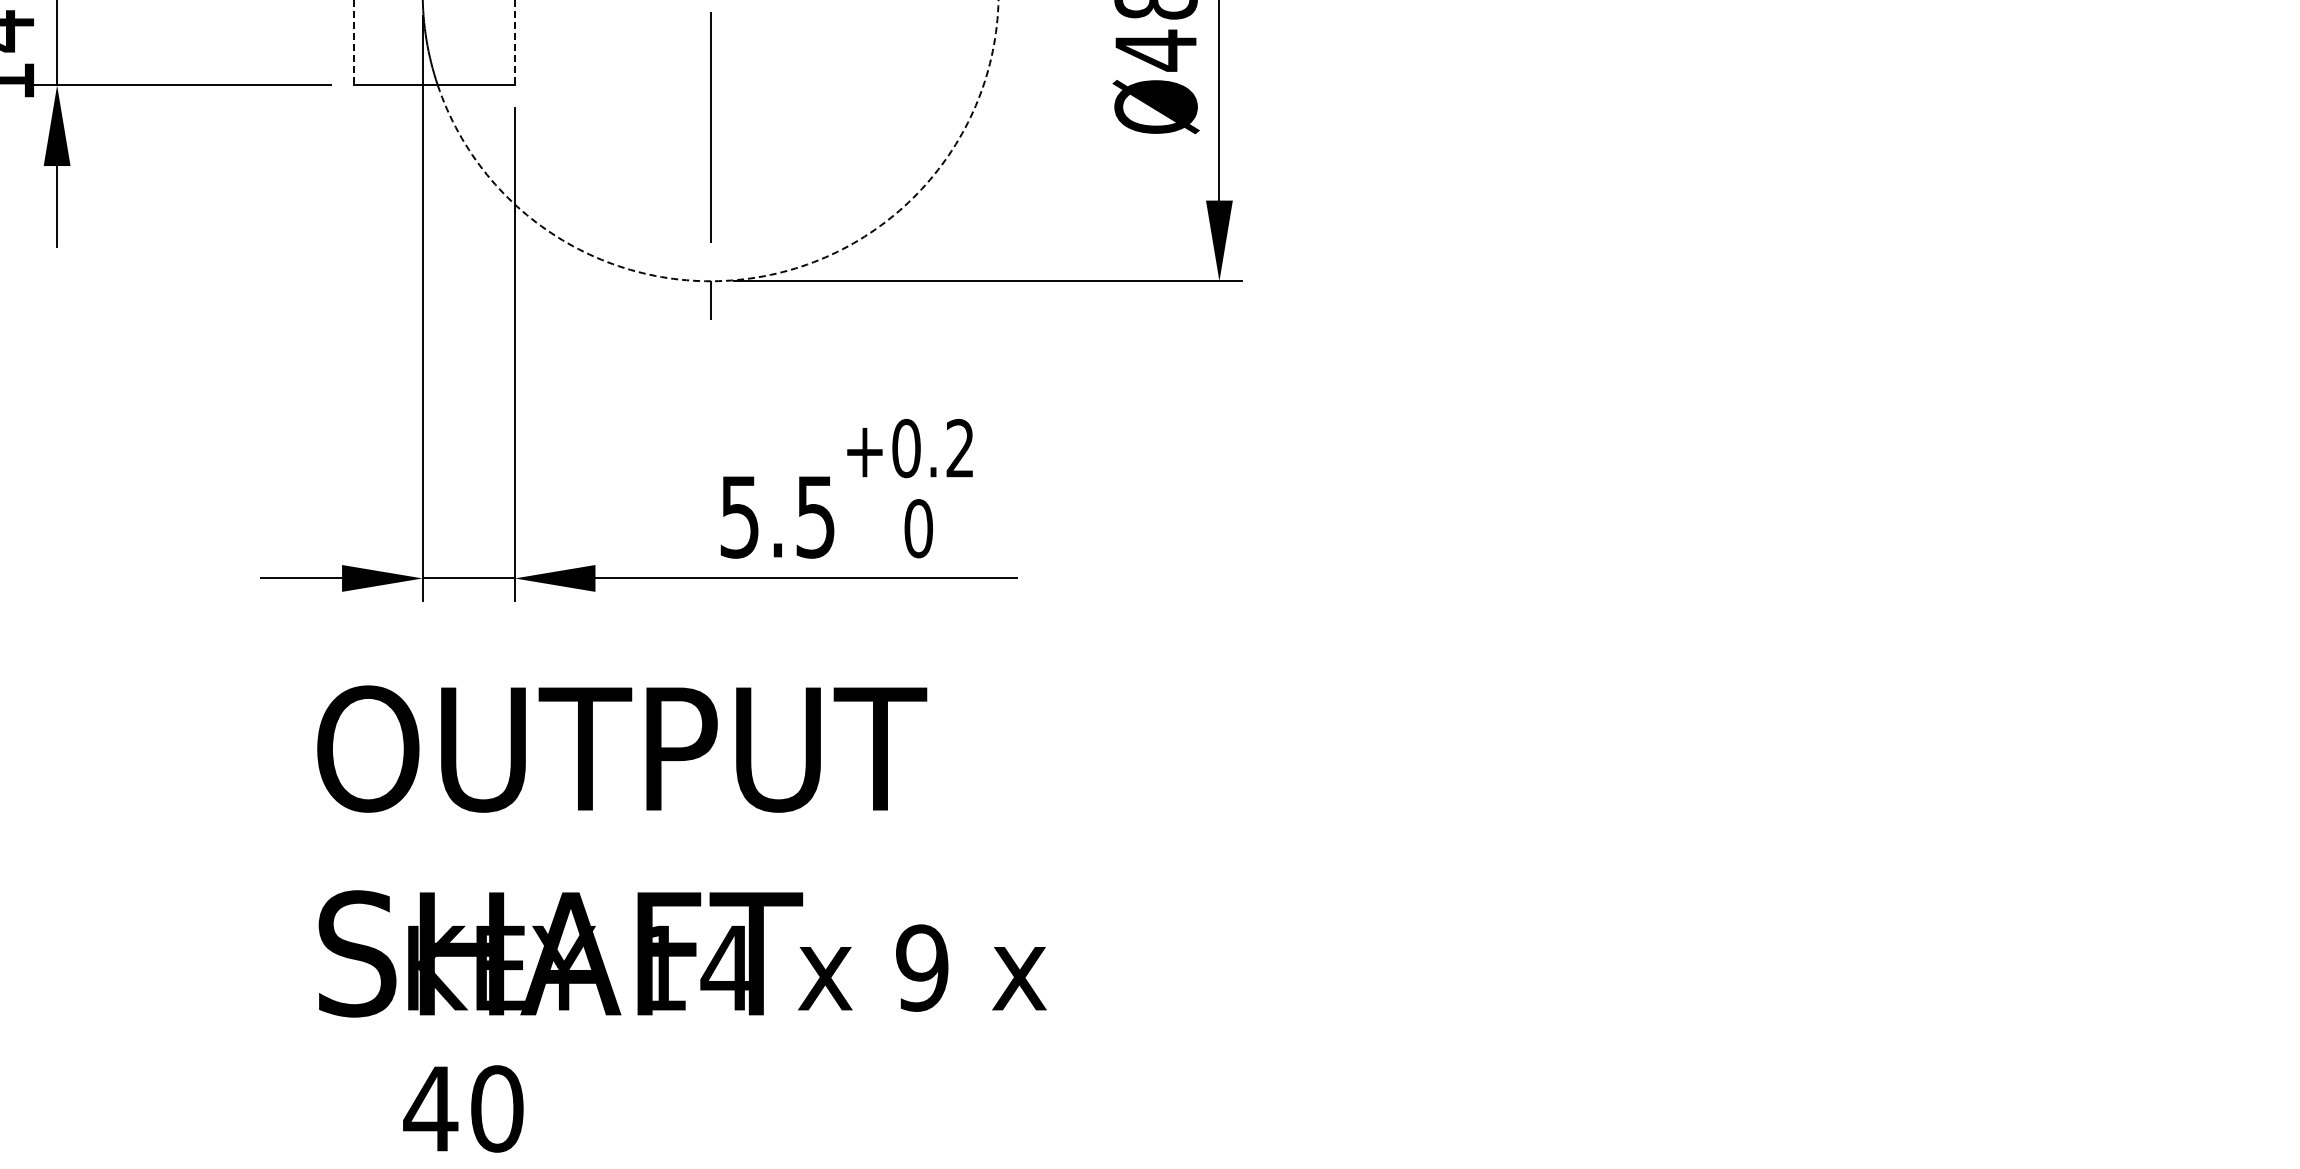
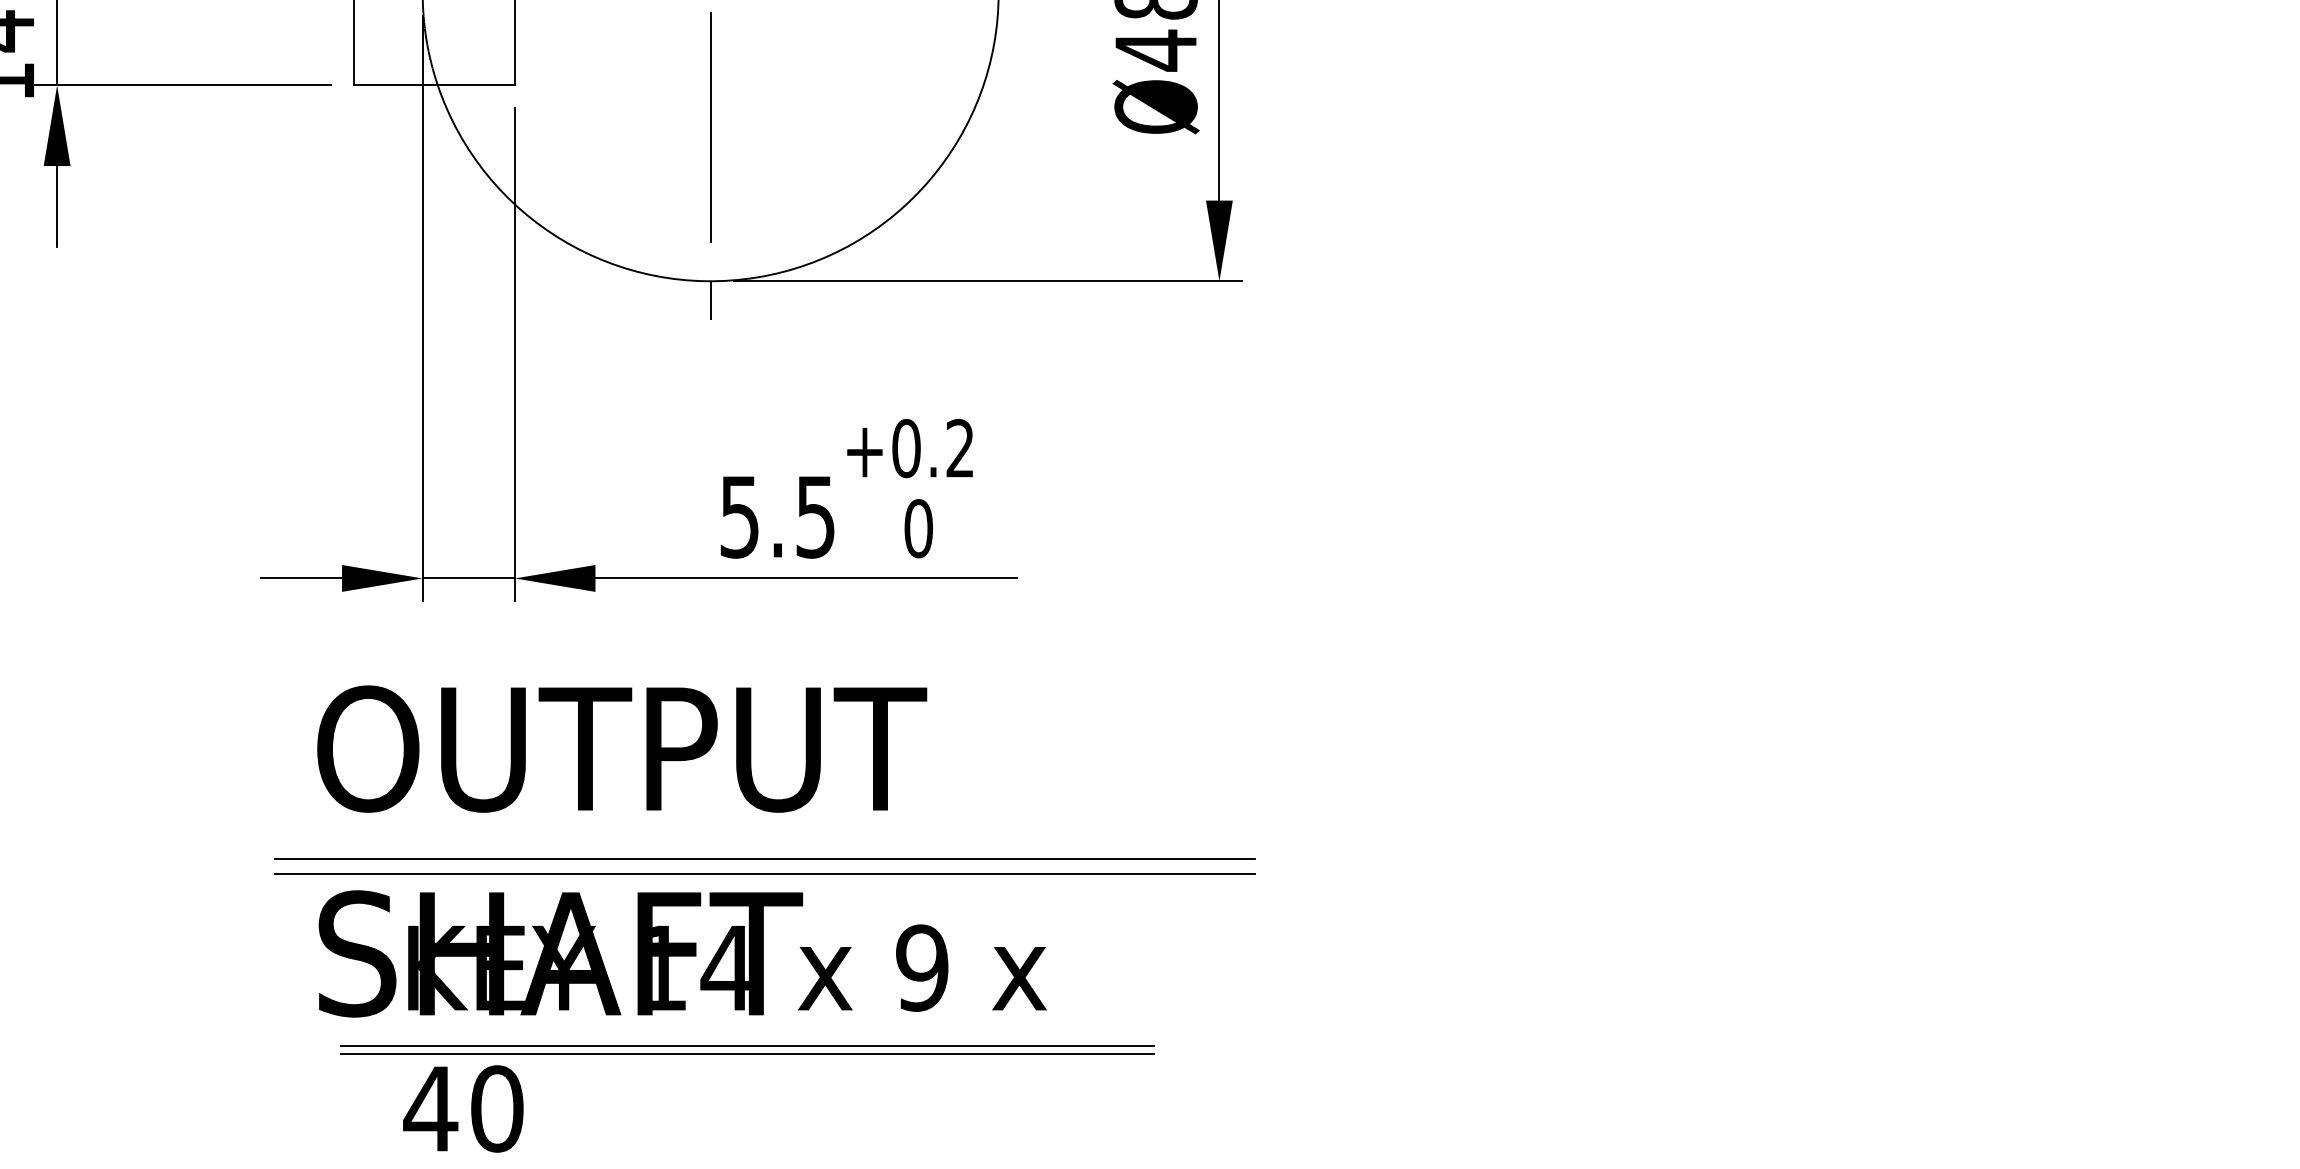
line at (353, 43): dashed -> solid
line at (514, 43): dashed -> solid
arc at (754, 277): dashed -> solid
line at (764, 858): none -> present
line at (764, 874): none -> present
line at (747, 1046): none -> present
line at (747, 1053): none -> present
